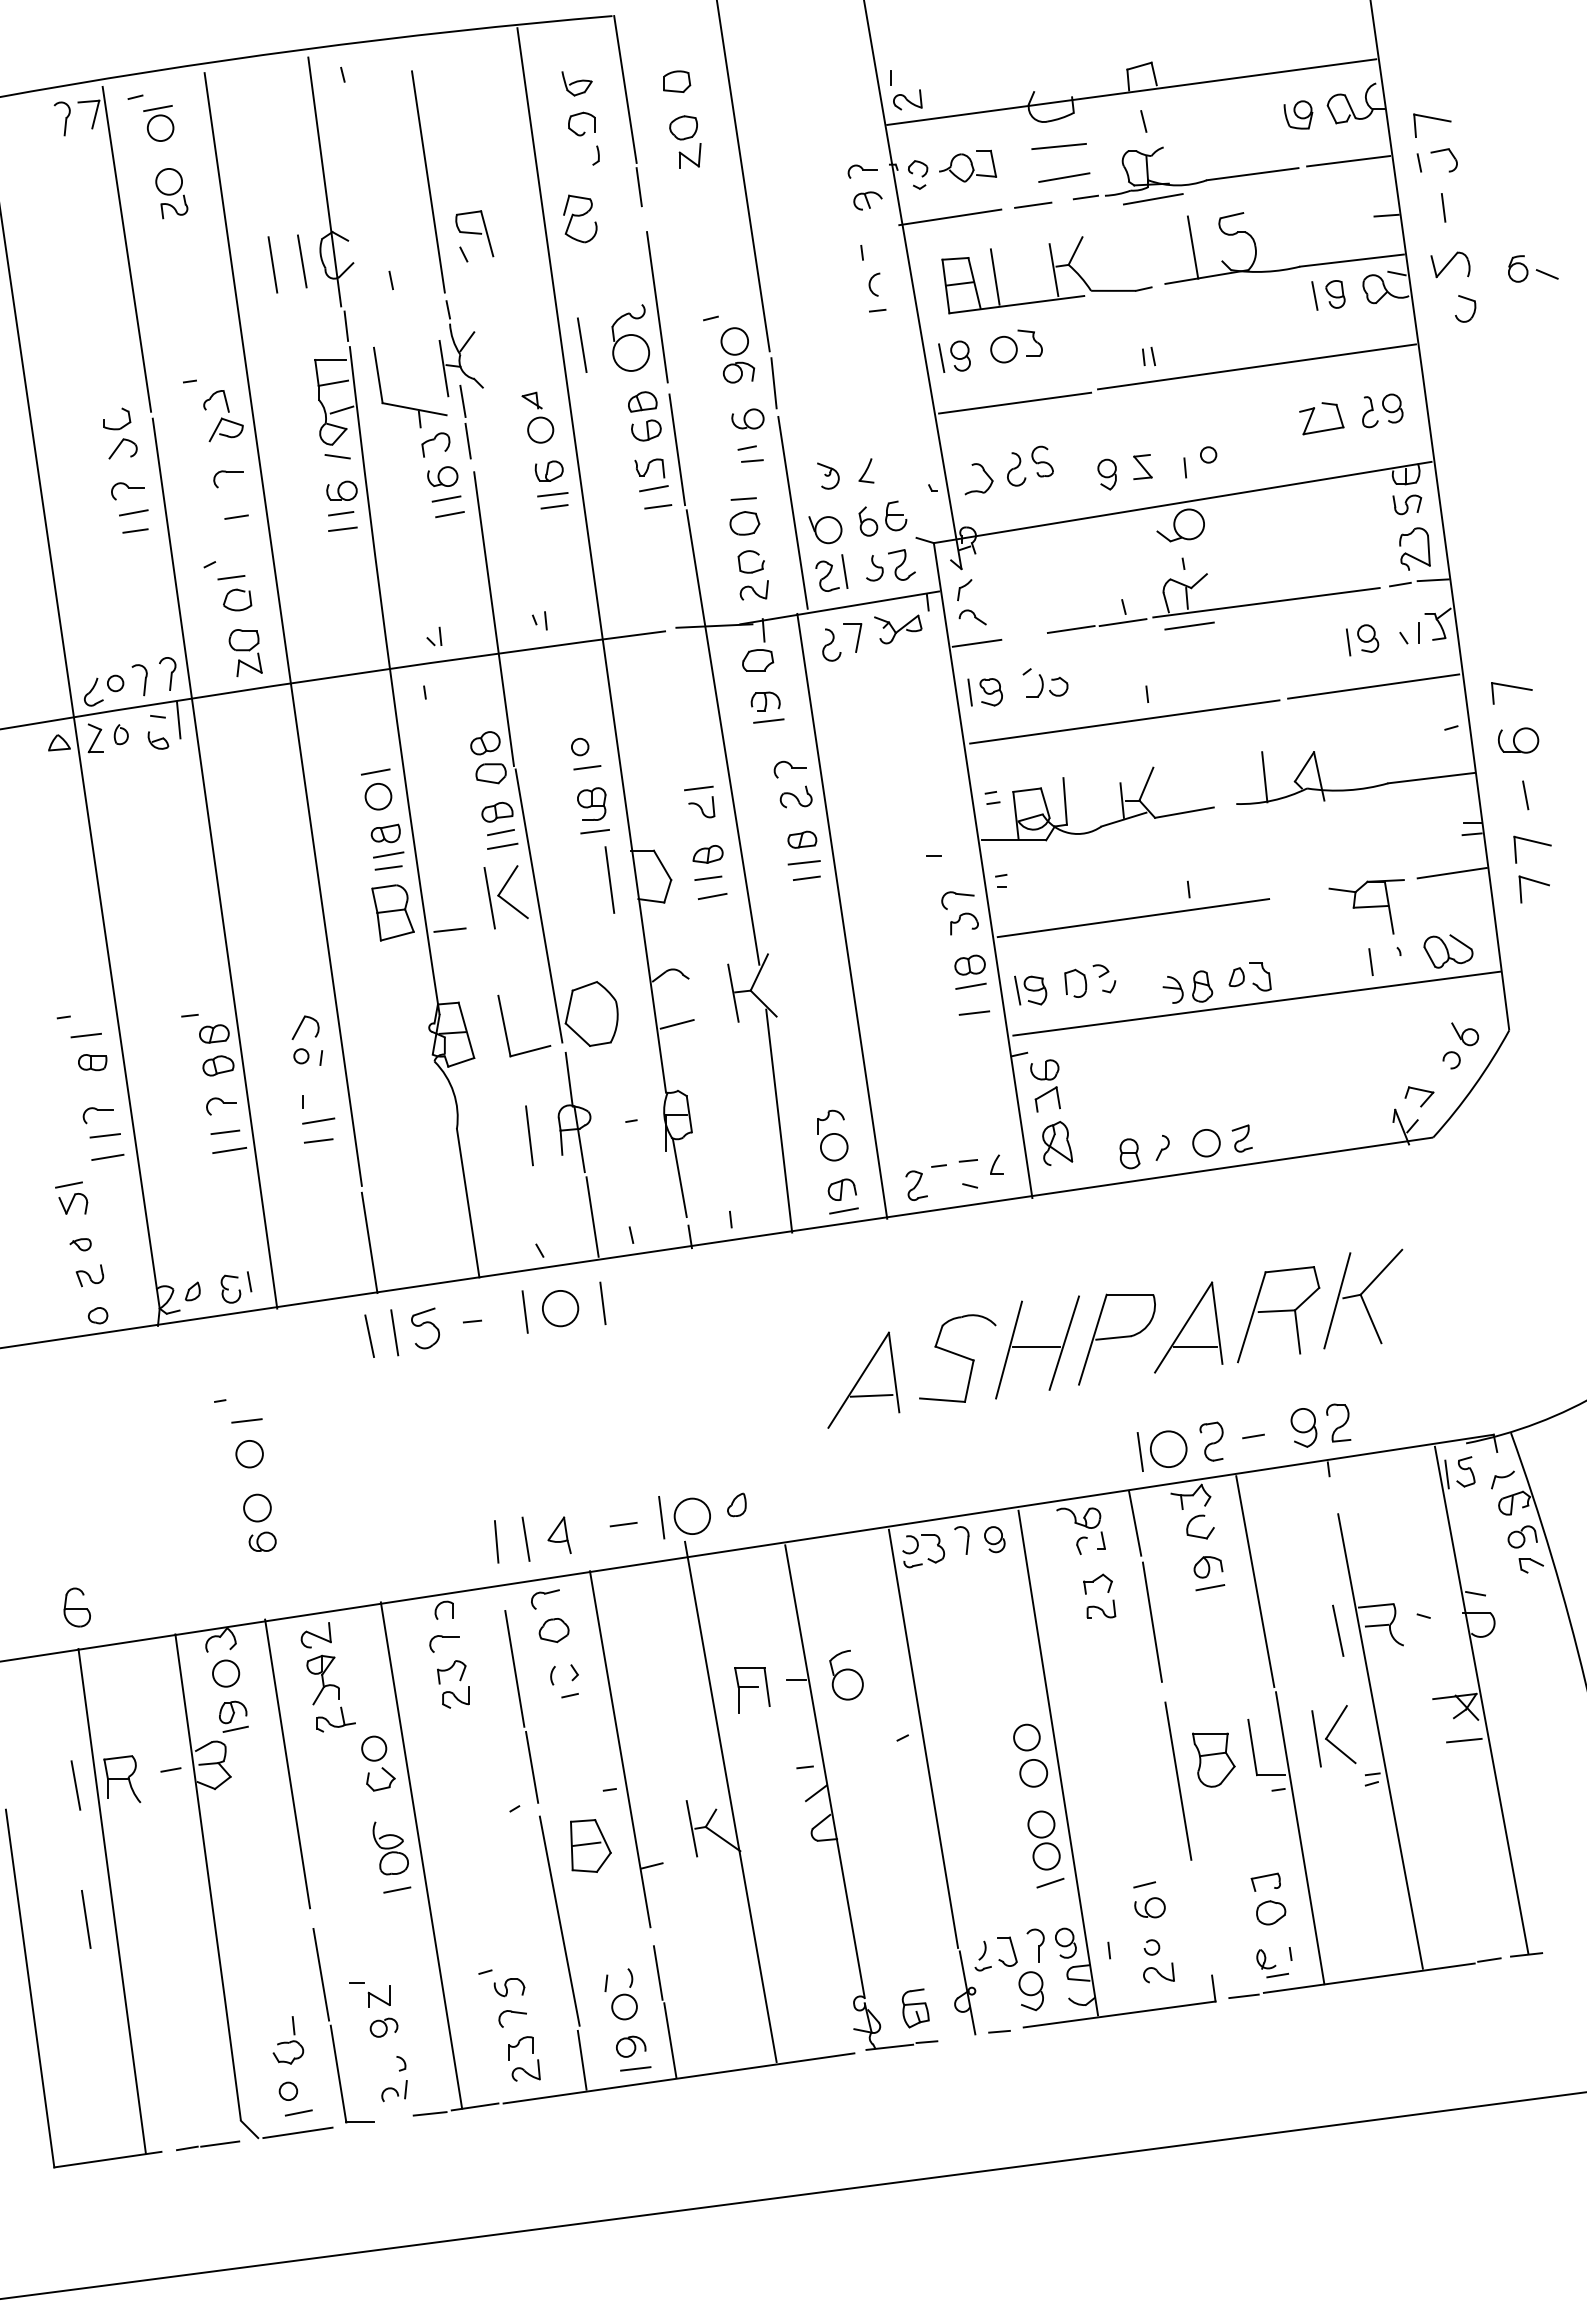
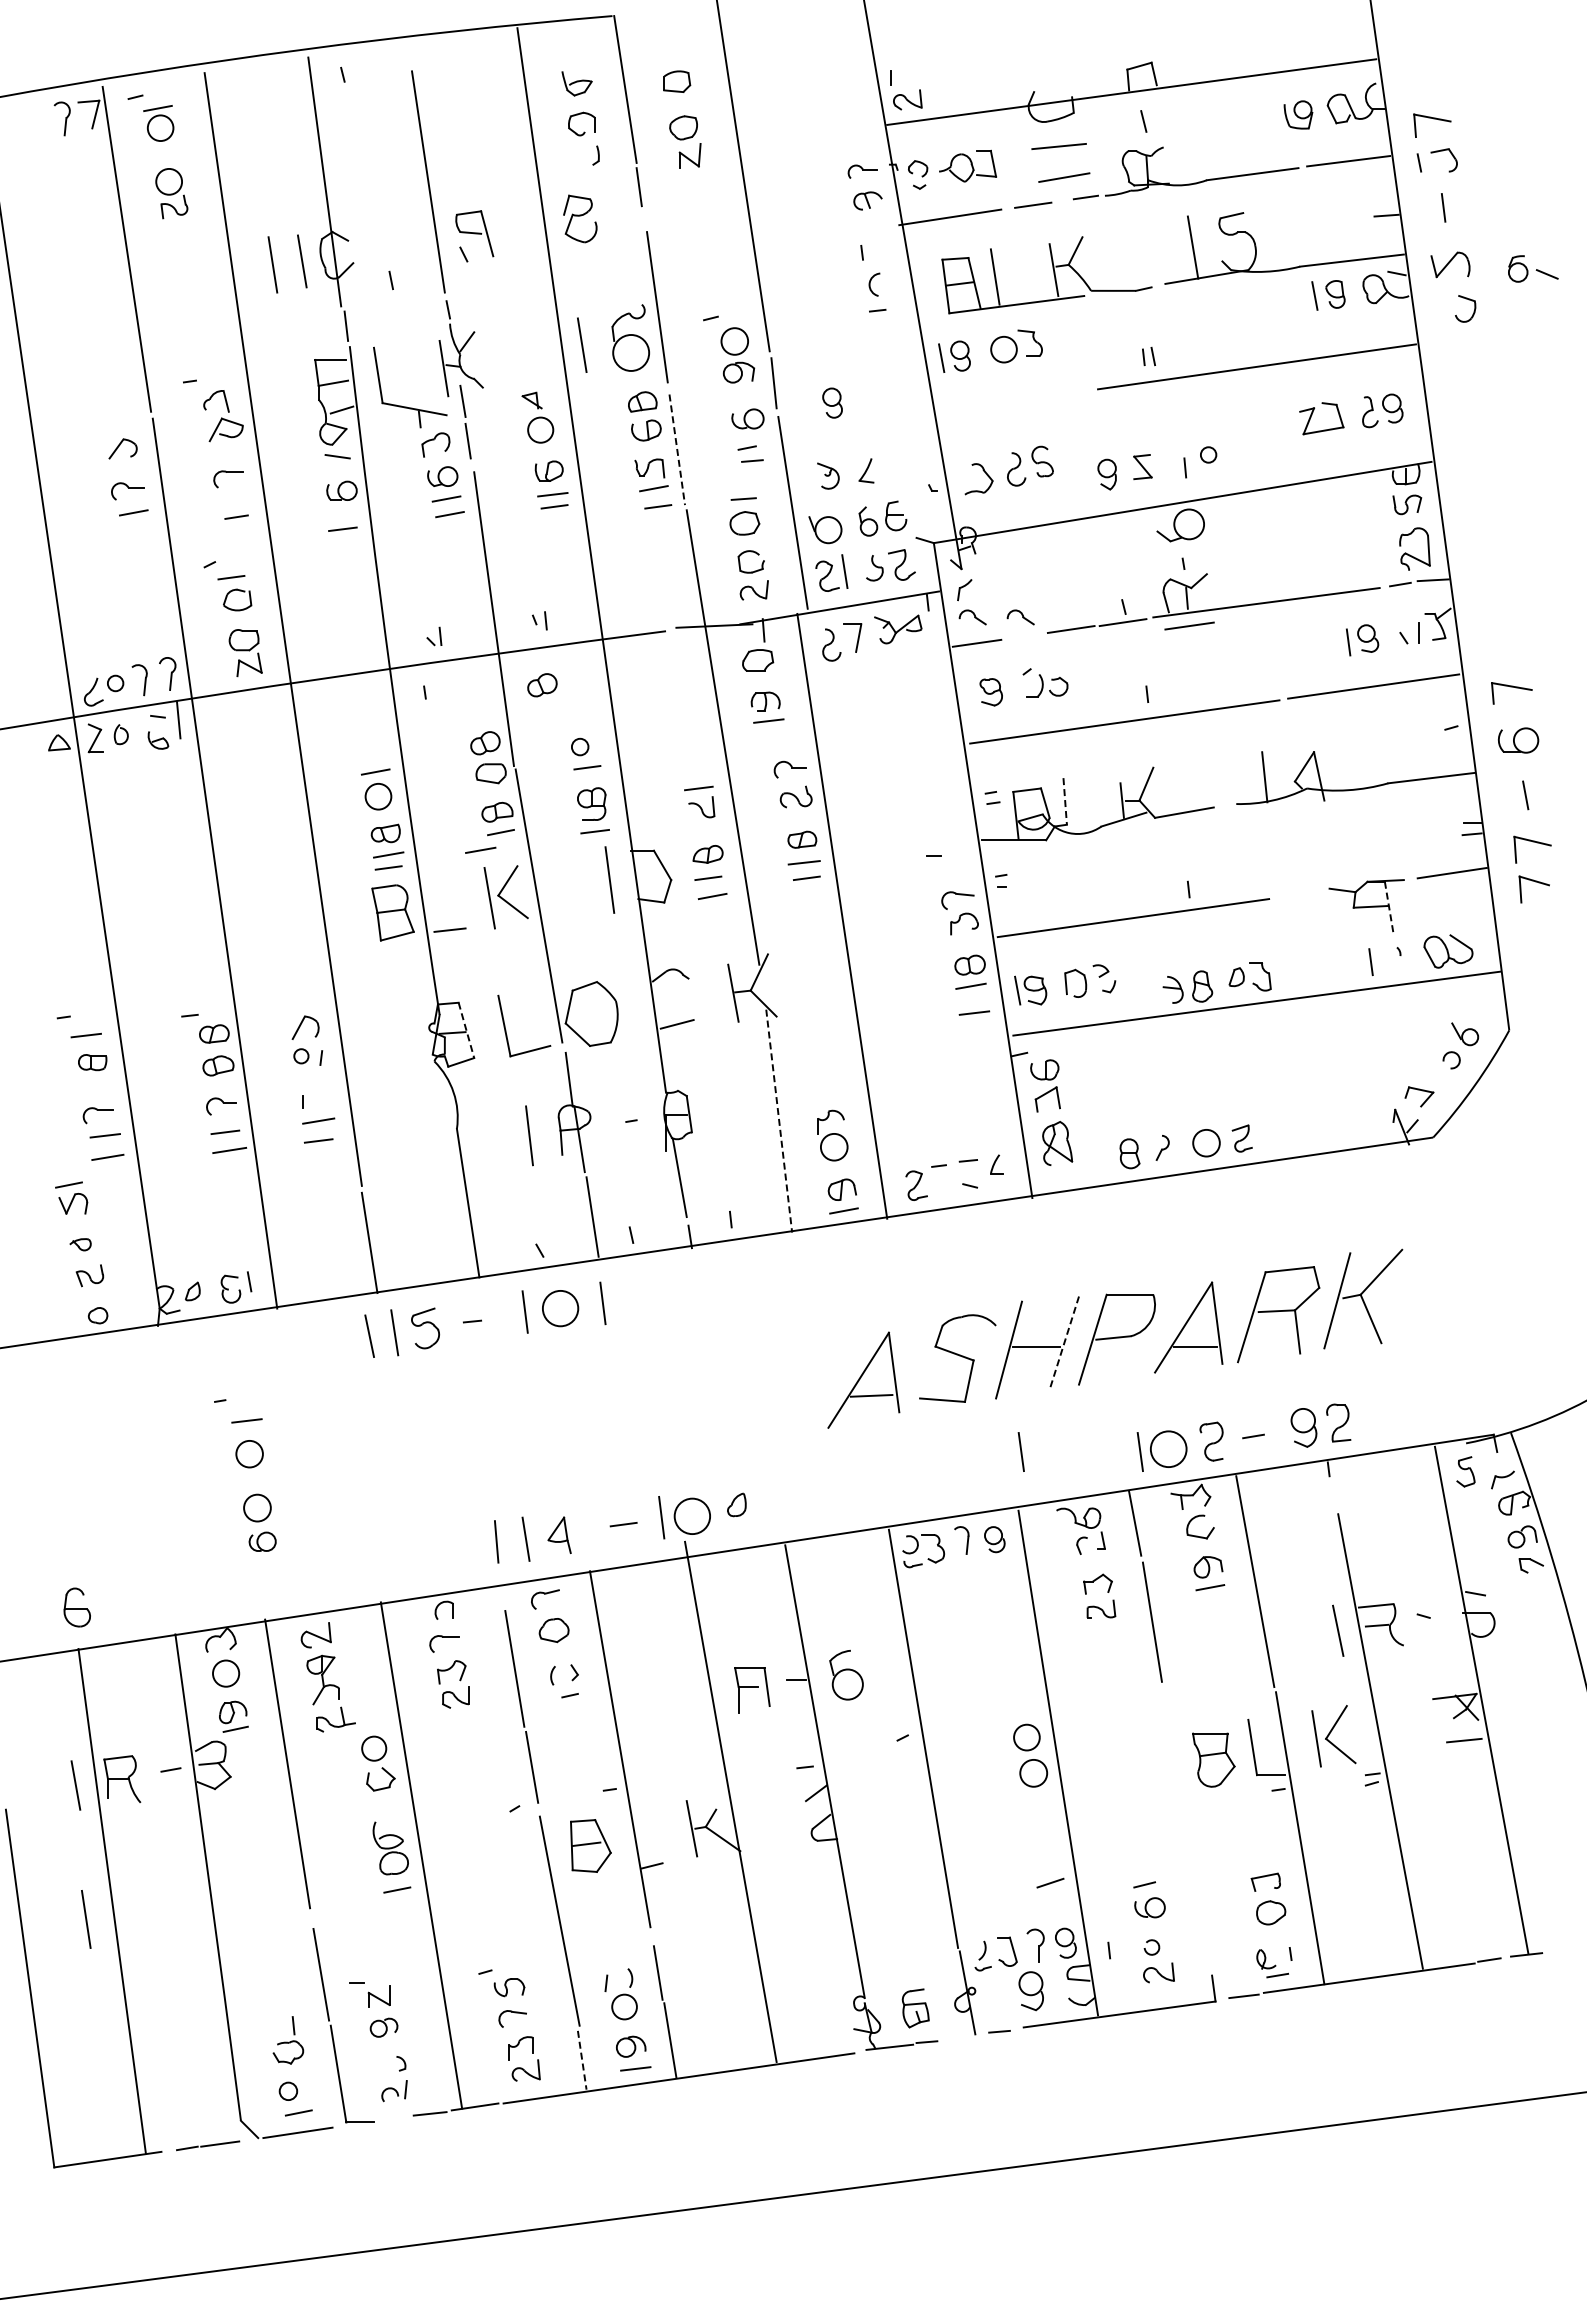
line at (1152, 199): present -> none
part at (832, 402): none -> present
line at (1015, 402): present -> none
part at (121, 426): present -> none
line at (677, 449): solid -> dashed
line at (341, 513): present -> none
line at (135, 530): present -> none
part at (1020, 617): none -> present
part at (542, 685): none -> present
line at (969, 692): present -> none
line at (1065, 801): solid -> dashed
line at (502, 845) position: (502, 845) -> (480, 849)
line at (1389, 908): solid -> dashed
line at (466, 1030): solid -> dashed
line at (779, 1121): solid -> dashed
line at (1064, 1343): solid -> dashed
line at (1020, 1451): none -> present
line at (1446, 1474): present -> none
line at (1178, 1780): present -> none
part at (1043, 1840): present -> none
line at (582, 2060): solid -> dashed
